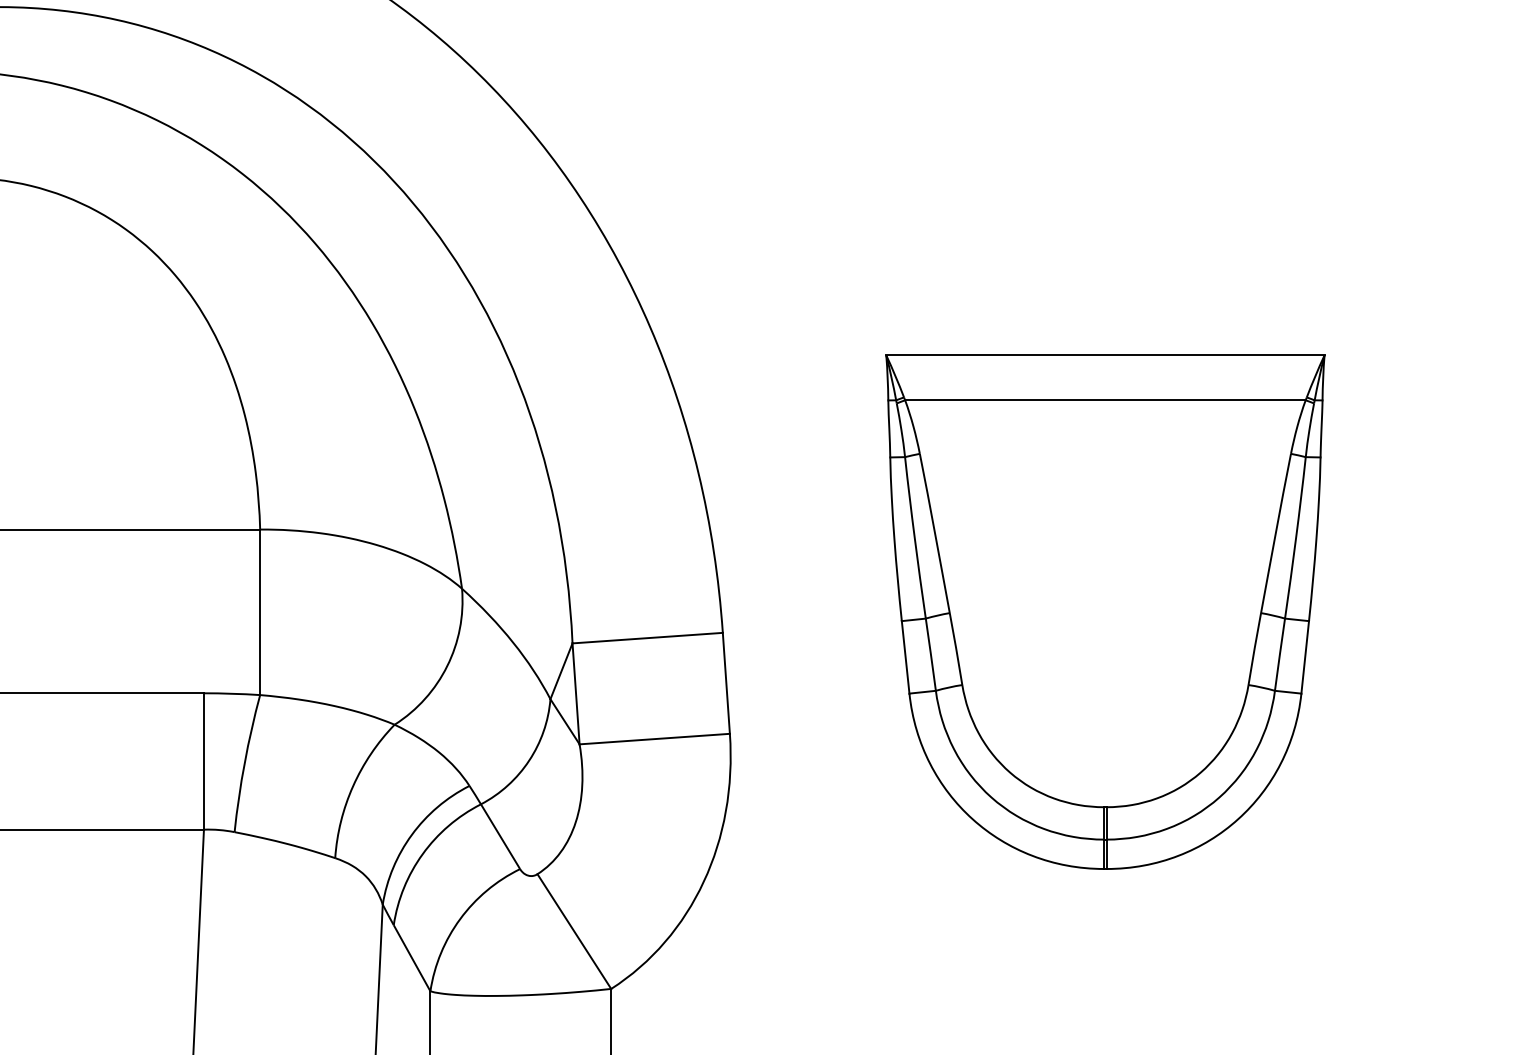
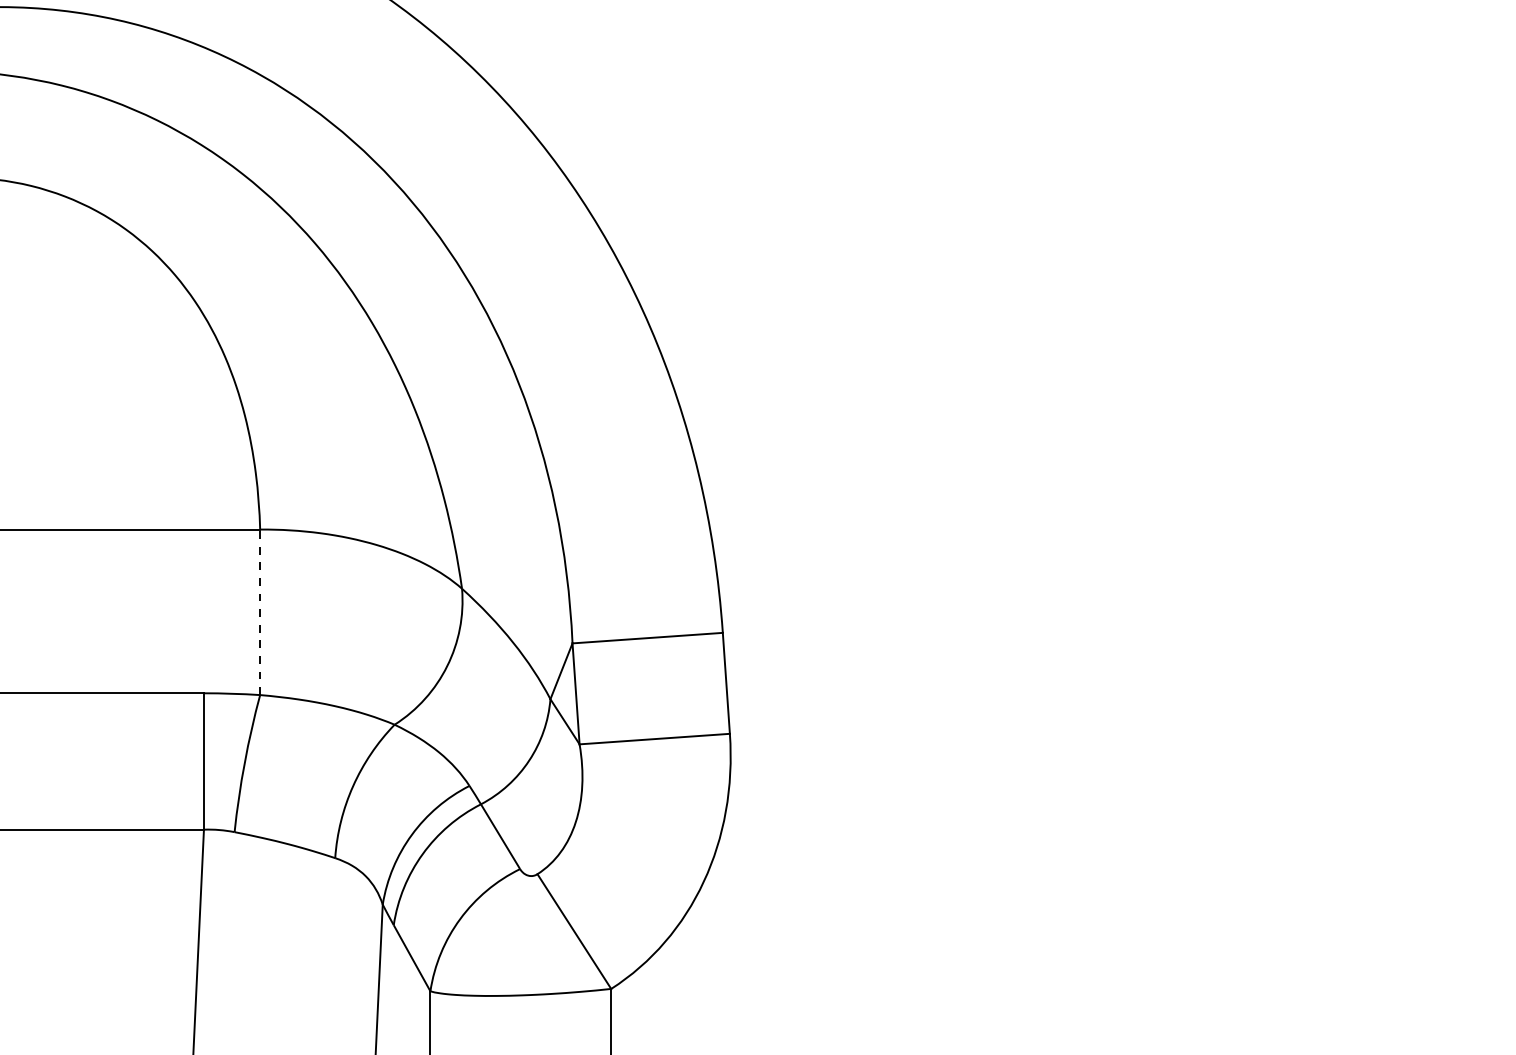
part at (1105, 611): present -> none
line at (260, 612): solid -> dashed
